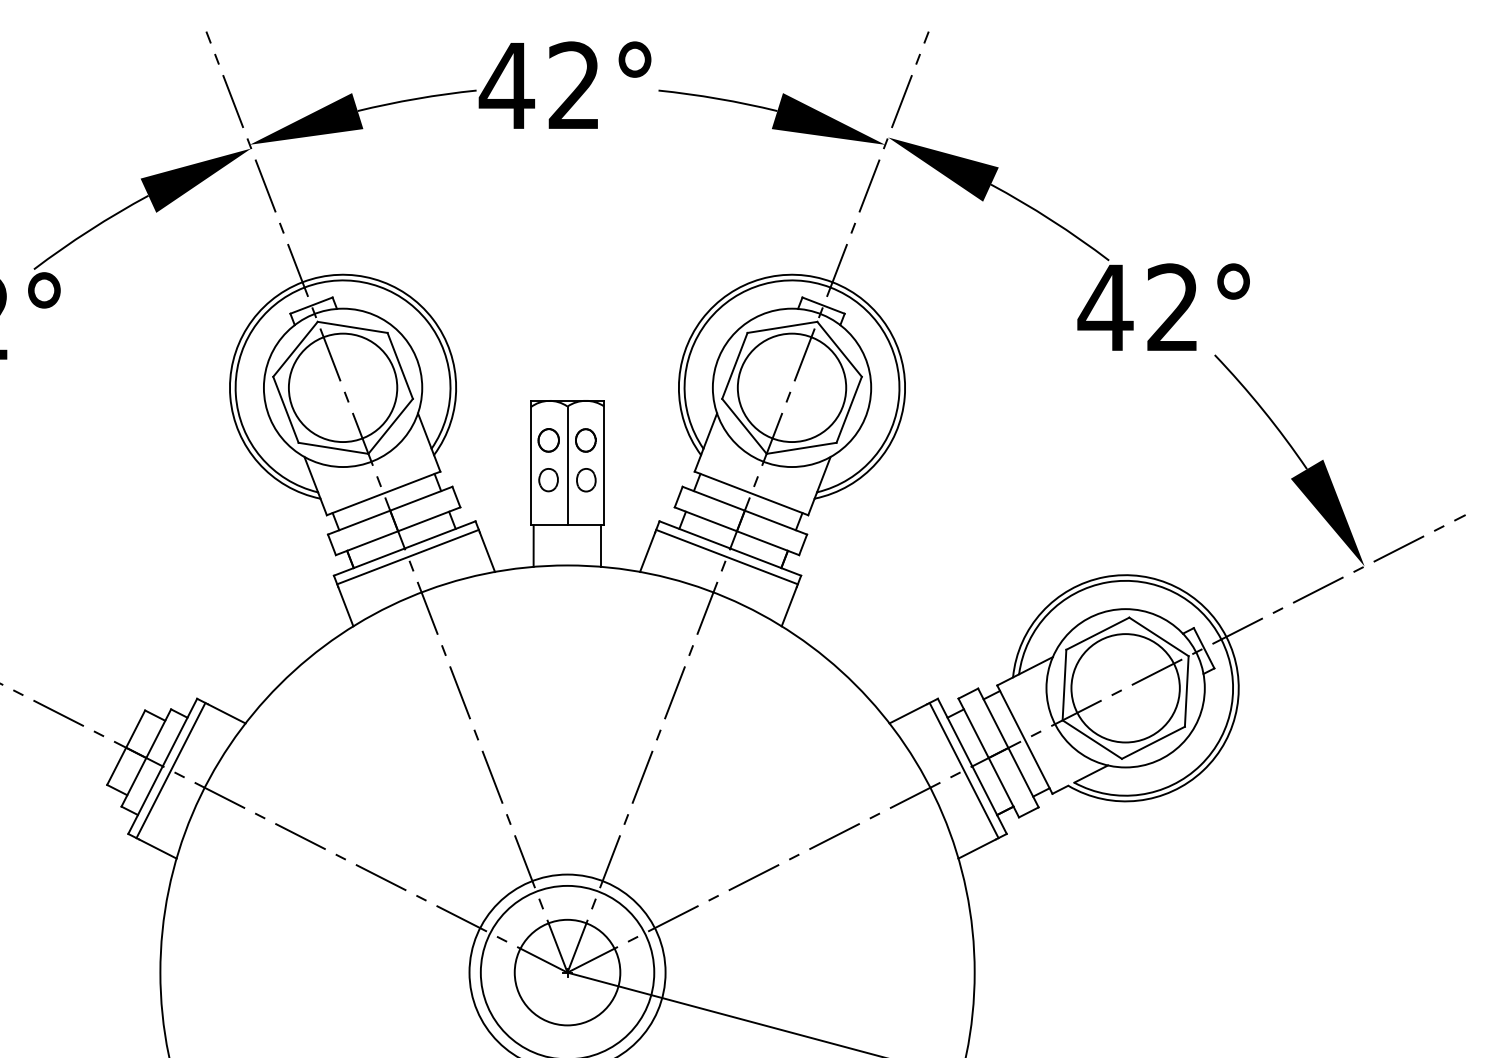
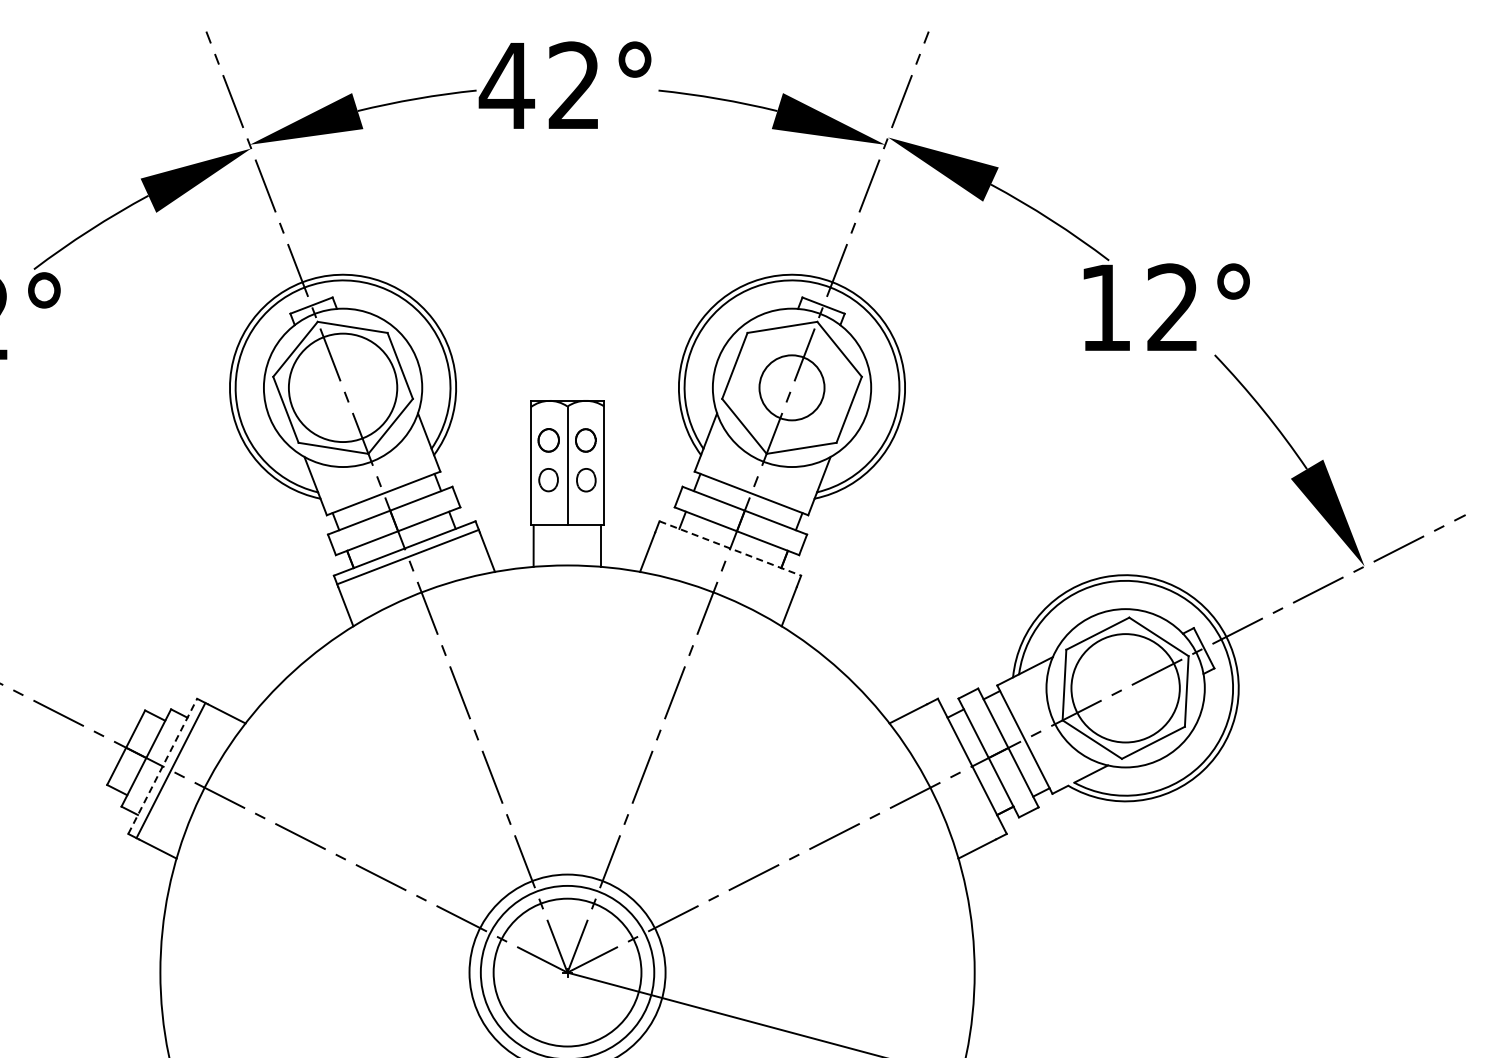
text at (1105, 307): 42° -> 12°
circle at (791, 387) diameter: 108 px -> 65 px
line at (730, 548): solid -> dashed
line at (726, 556): present -> none
line at (162, 766): solid -> dashed
line at (963, 770): present -> none
circle at (567, 972) diameter: 106 px -> 148 px
